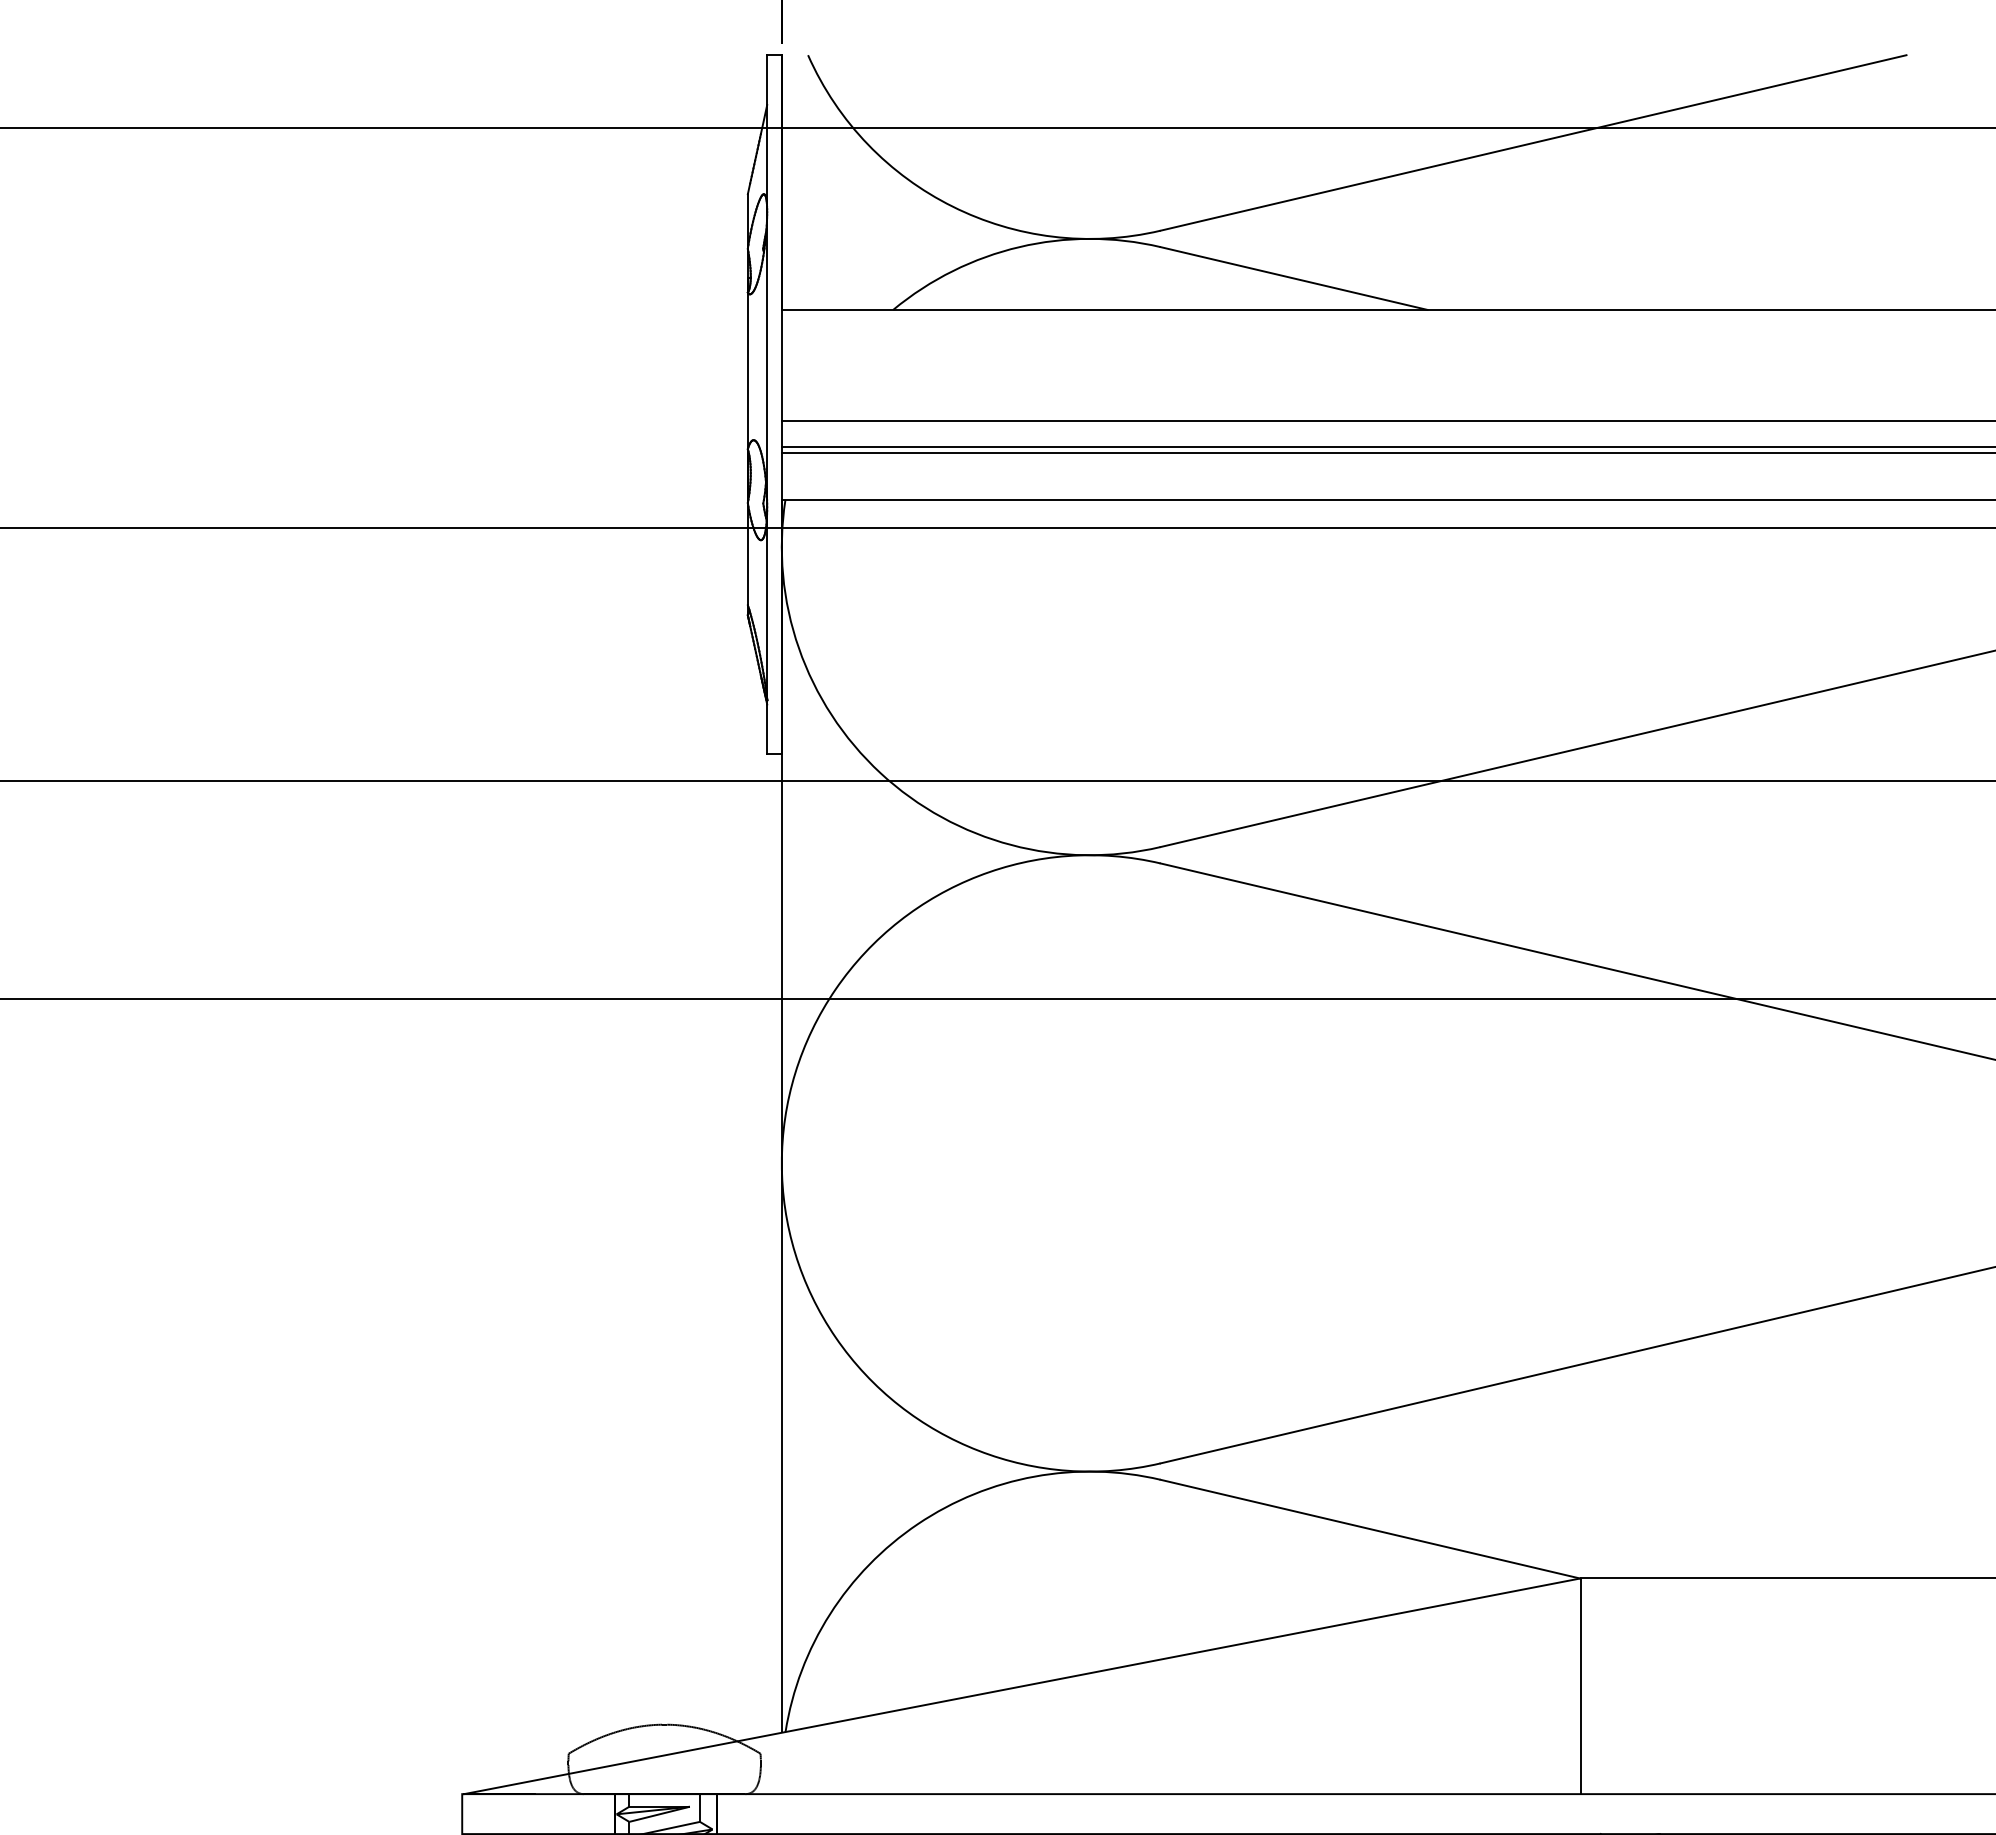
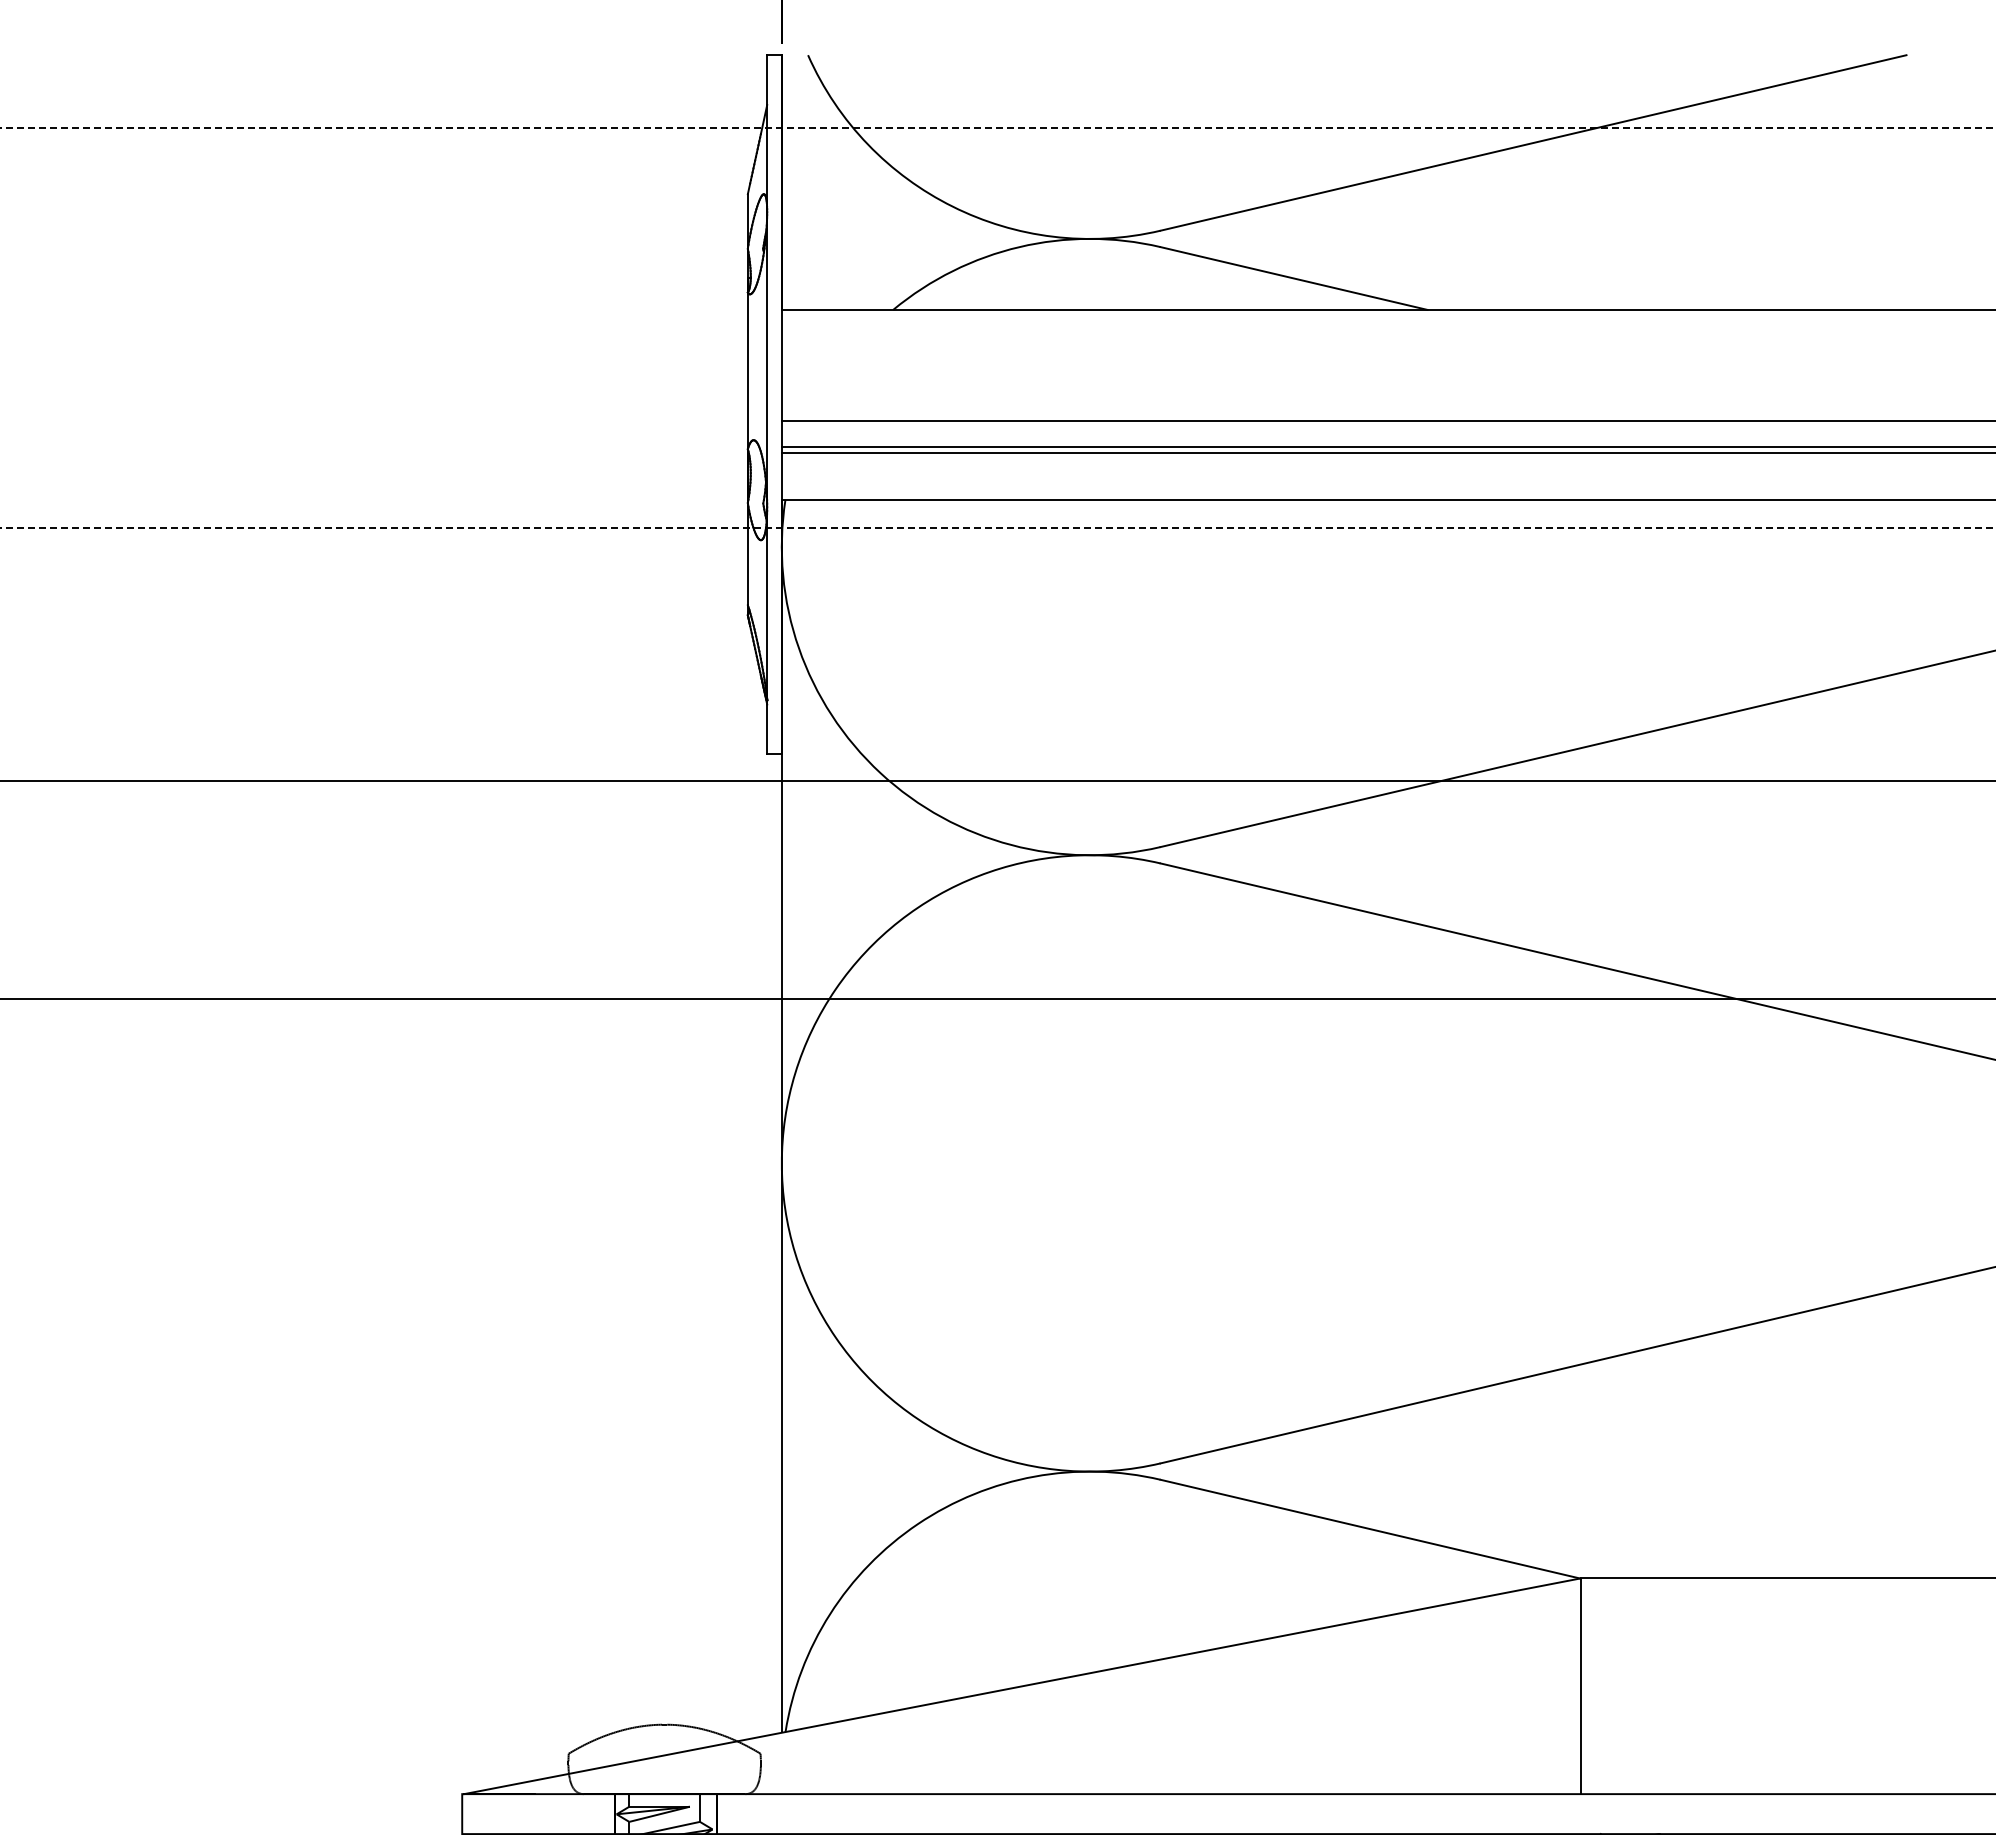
line at (998, 128): solid -> dashed
line at (998, 527): solid -> dashed
